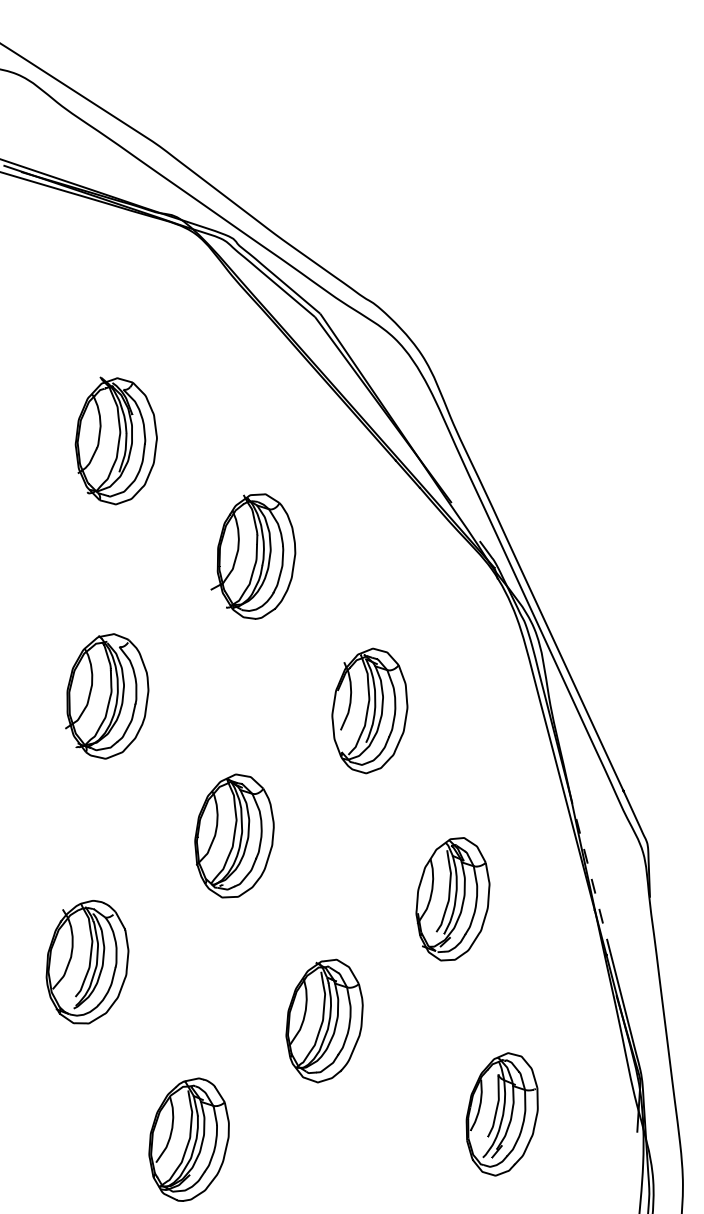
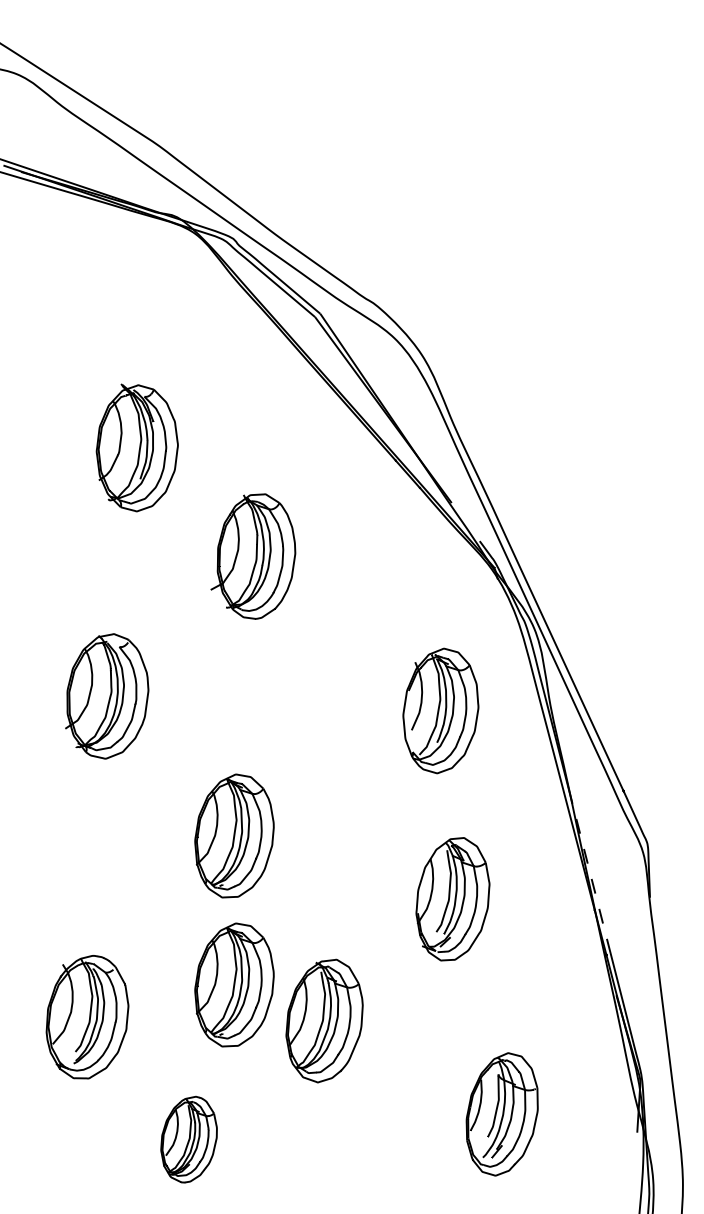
part at (115, 440) position: (115, 440) -> (136, 447)
part at (369, 710) position: (369, 710) -> (440, 710)
part at (87, 962) position: (87, 962) -> (87, 1017)
part at (234, 984): none -> present
part at (188, 1139) size: 82x125 px -> 58x89 px
